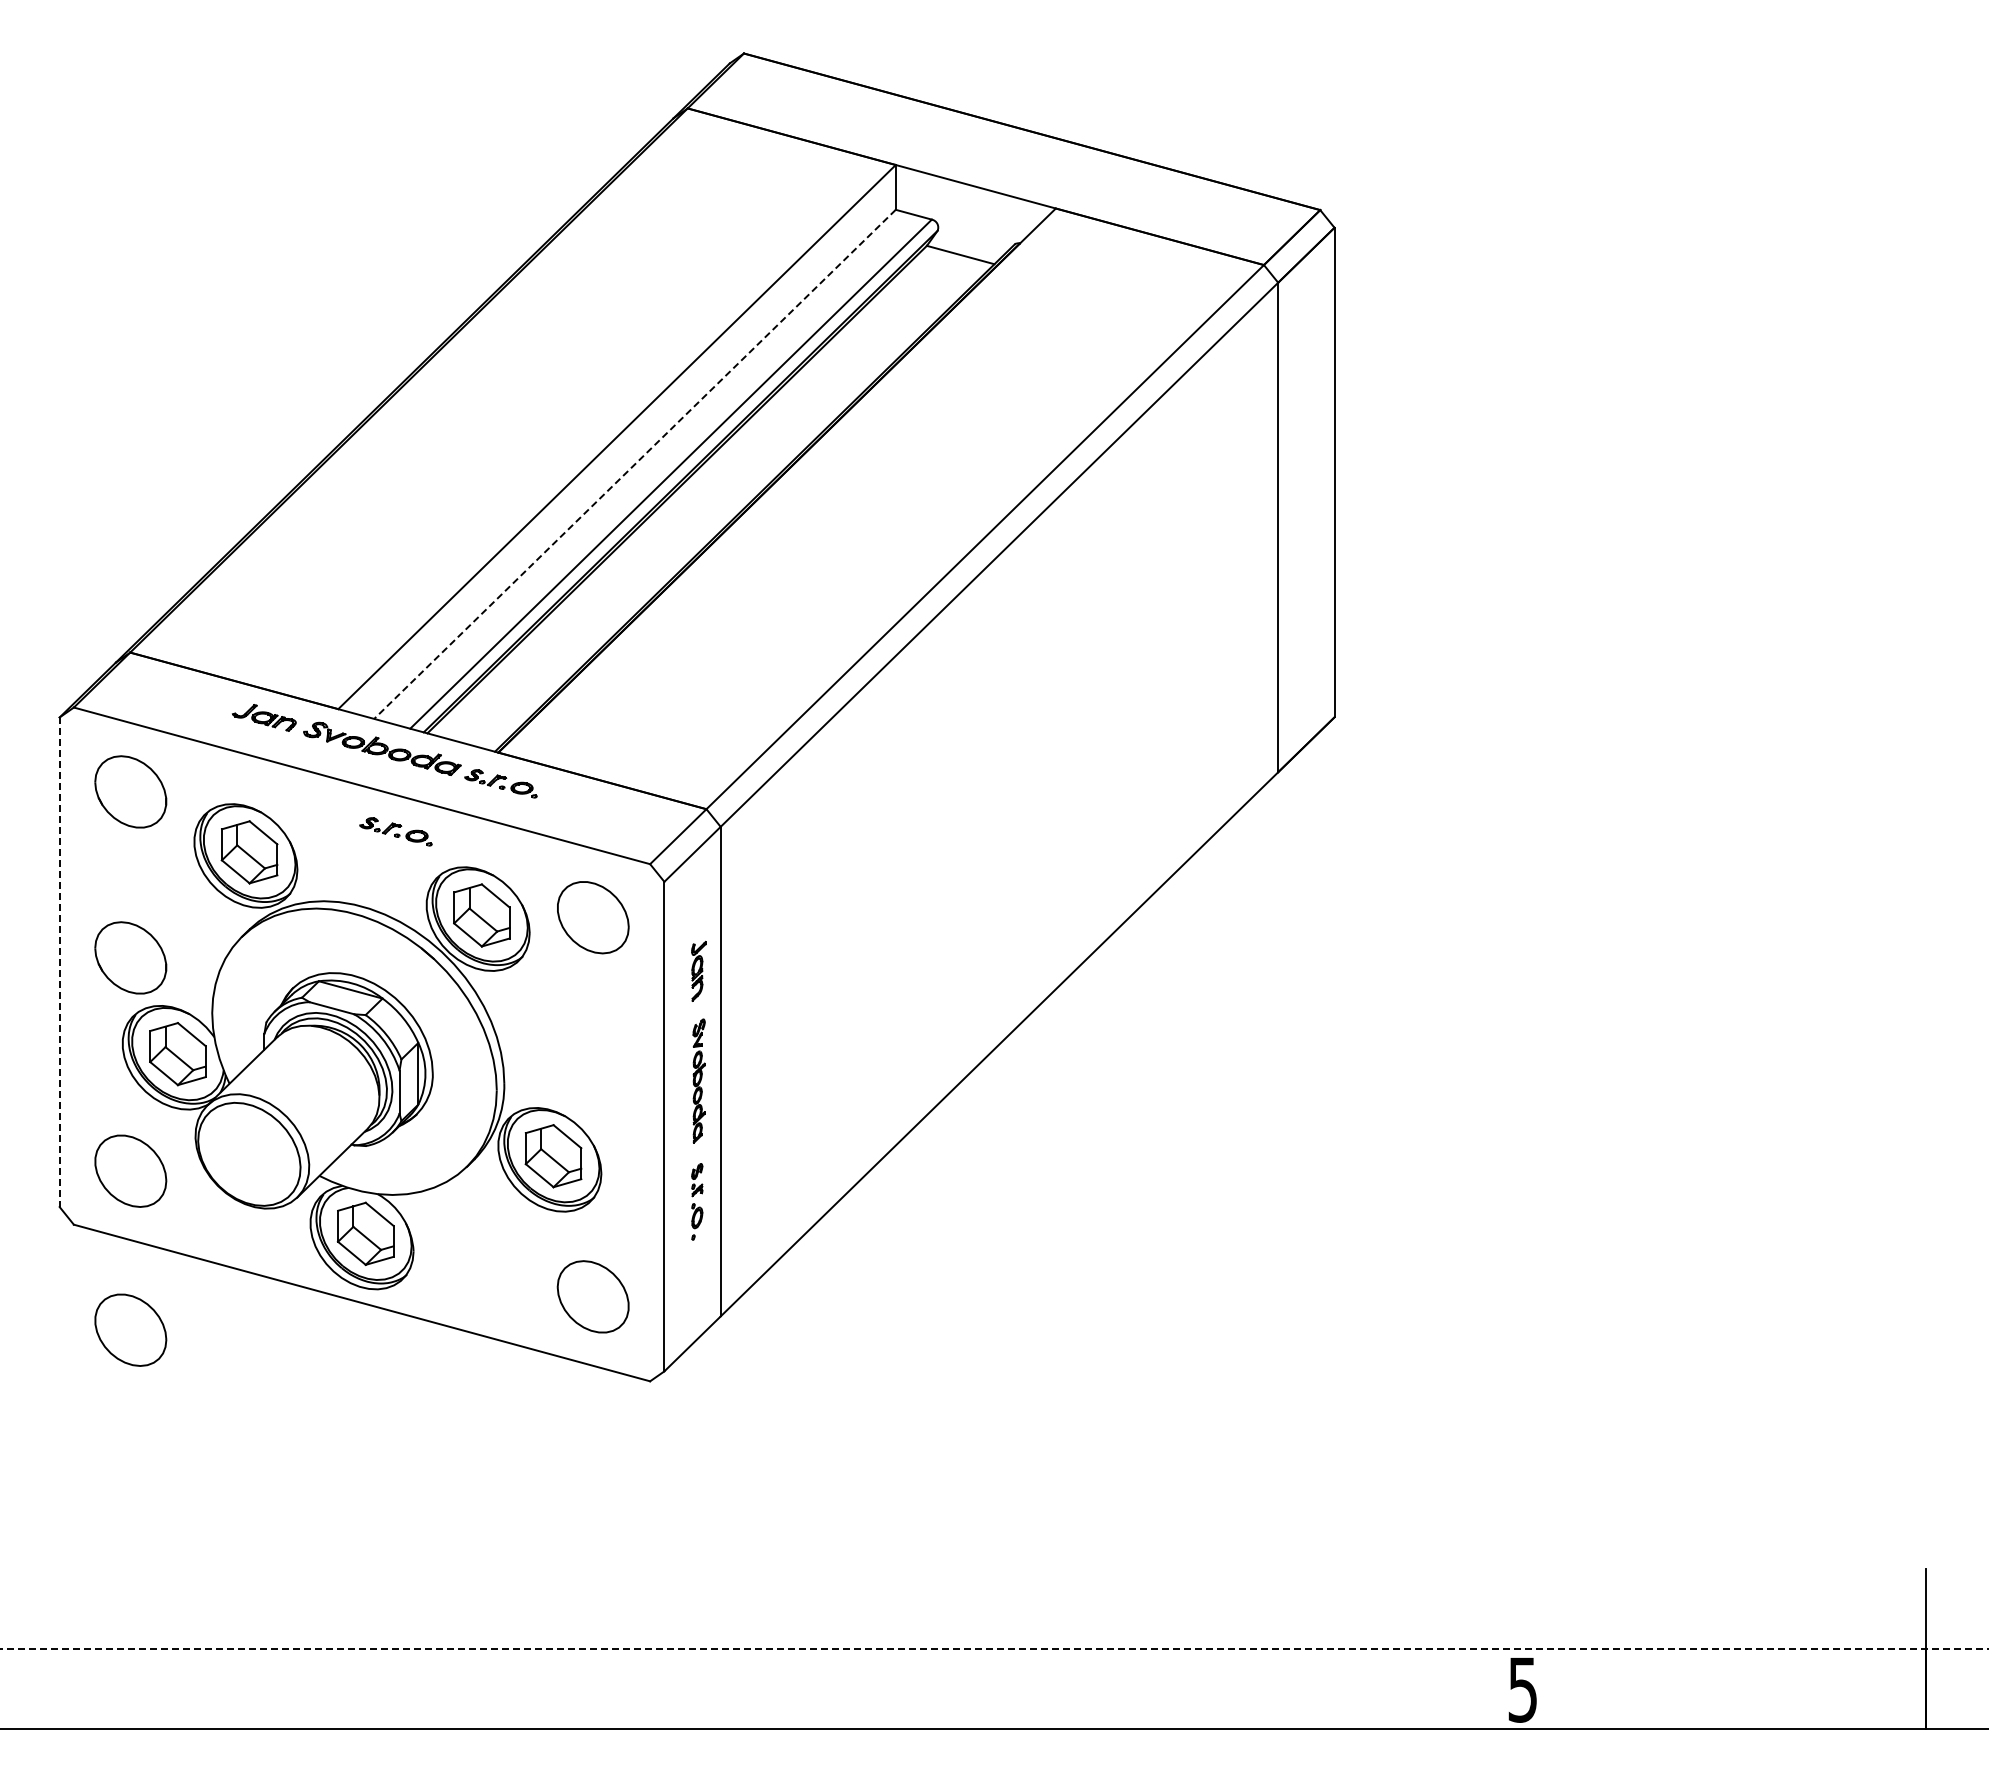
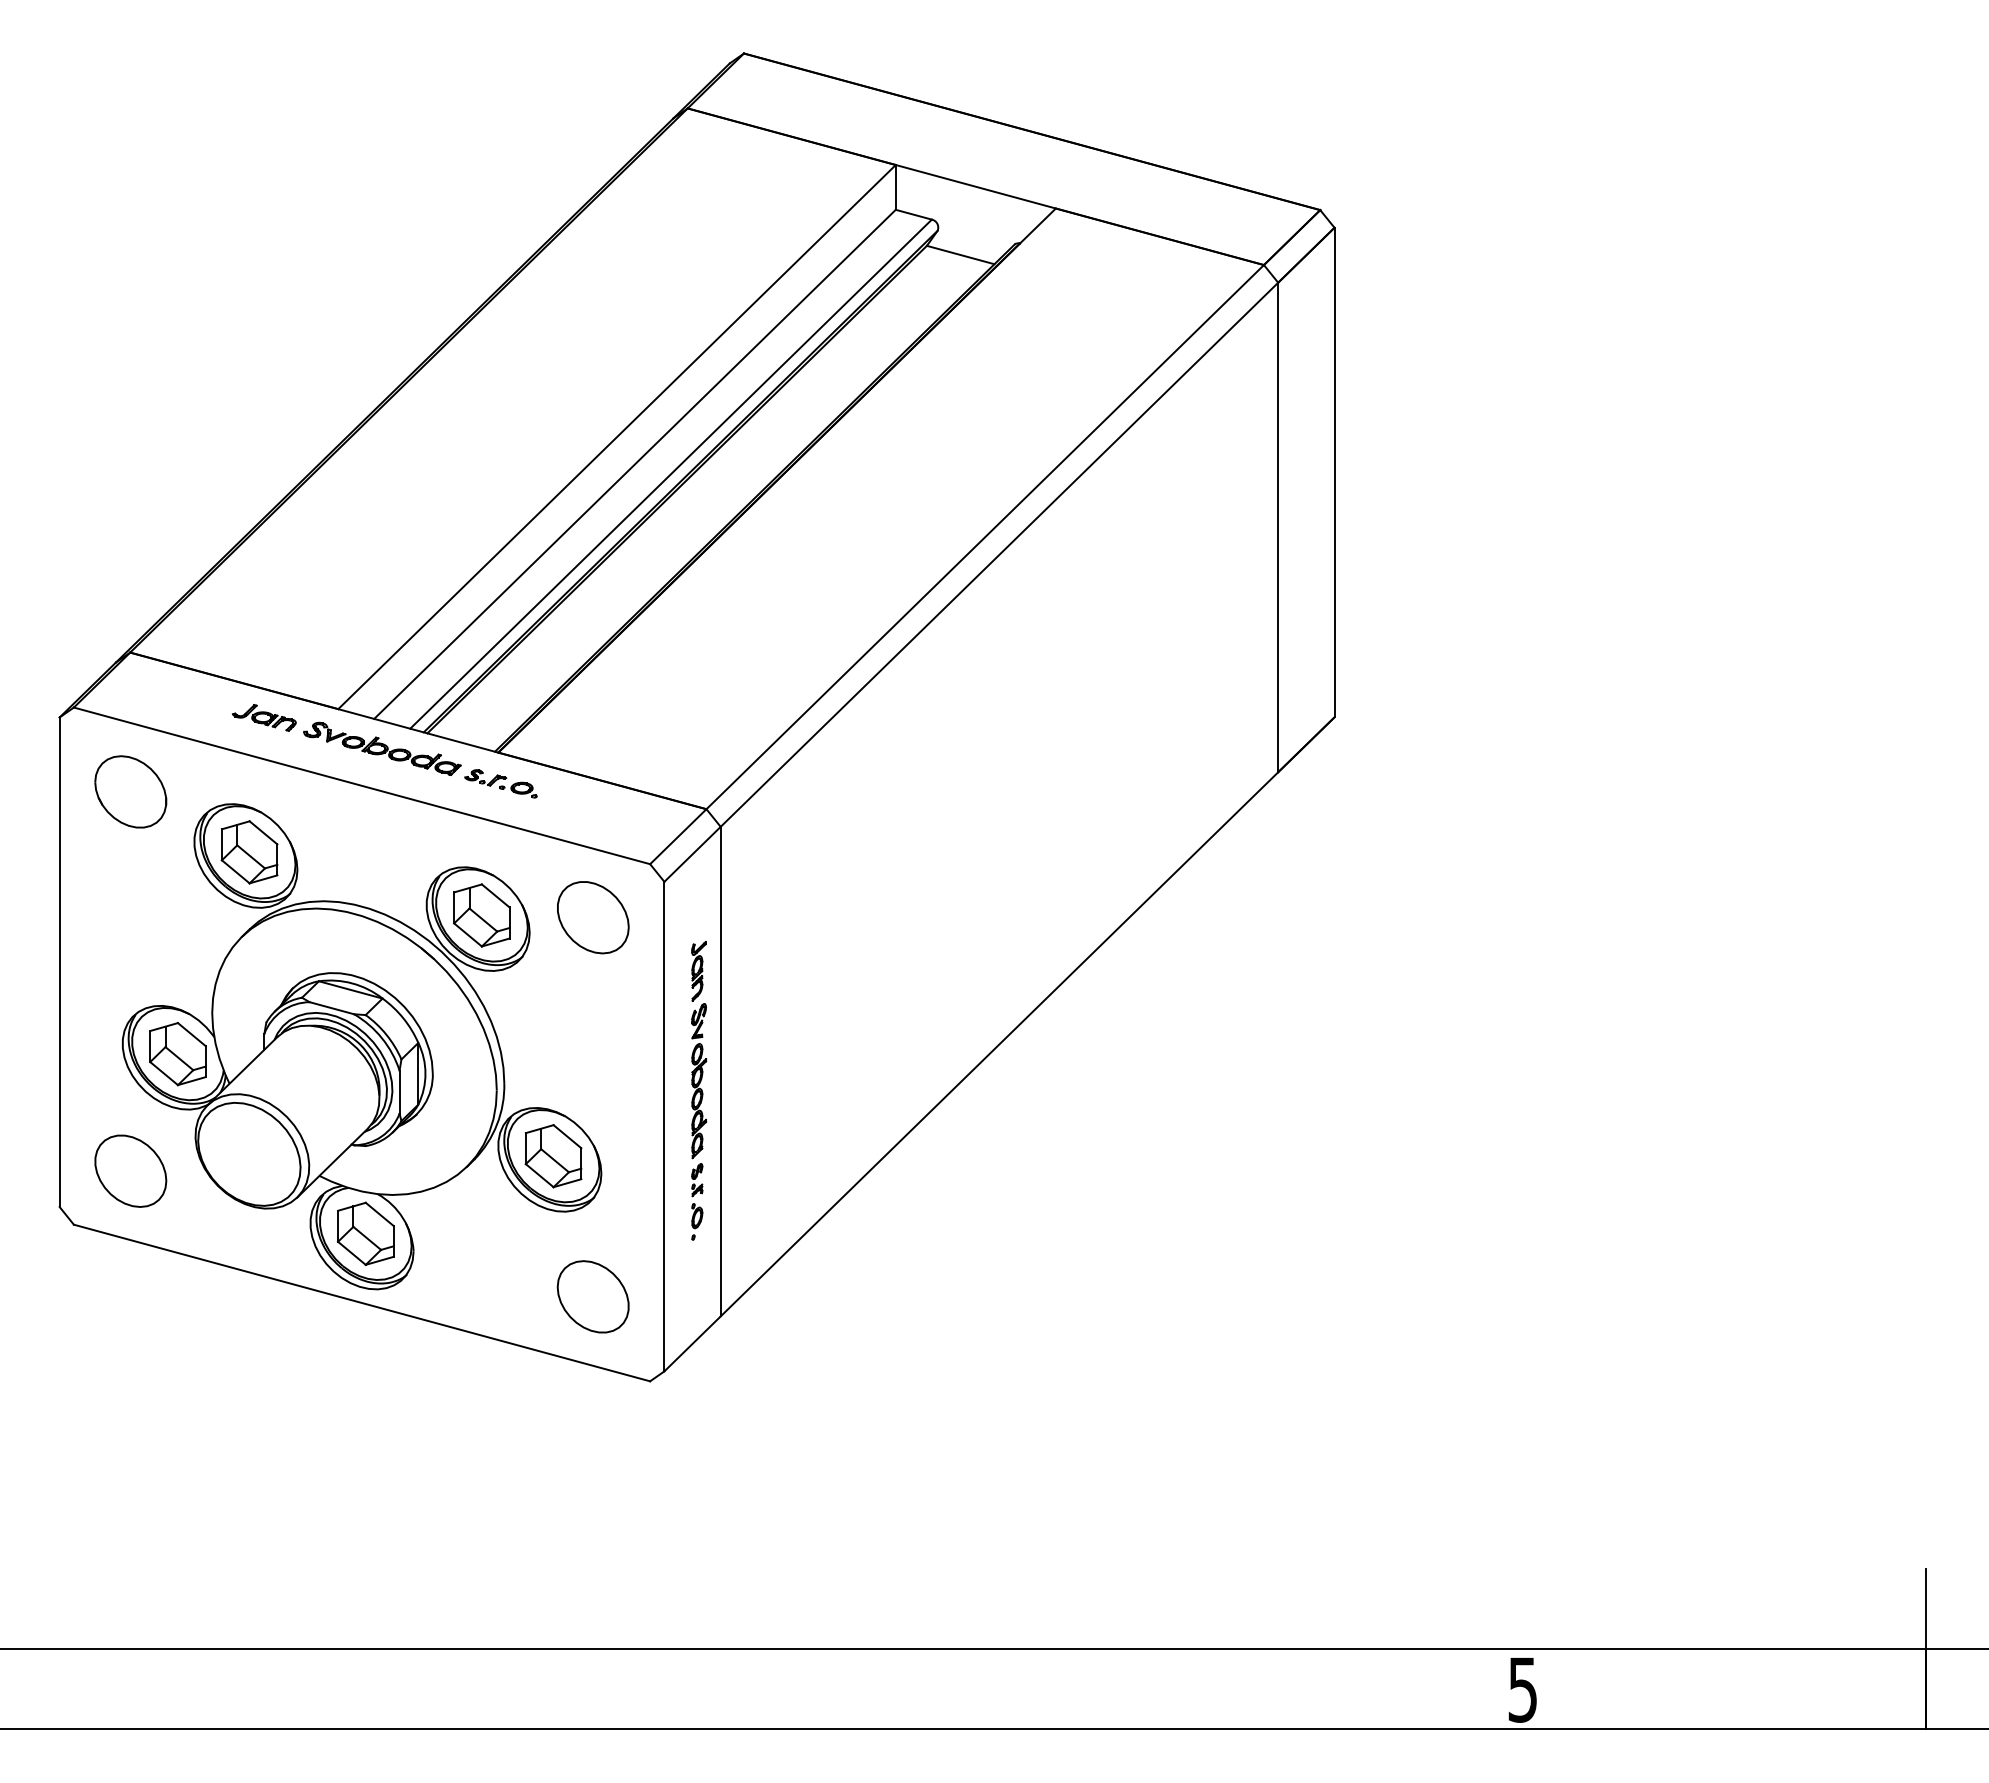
line at (634, 464): dashed -> solid
part at (395, 831): present -> none
part at (130, 957): present -> none
line at (59, 962): dashed -> solid
part at (698, 1080) size: 14x126 px -> 17x157 px
part at (130, 1329): present -> none
line at (994, 1649): dashed -> solid
